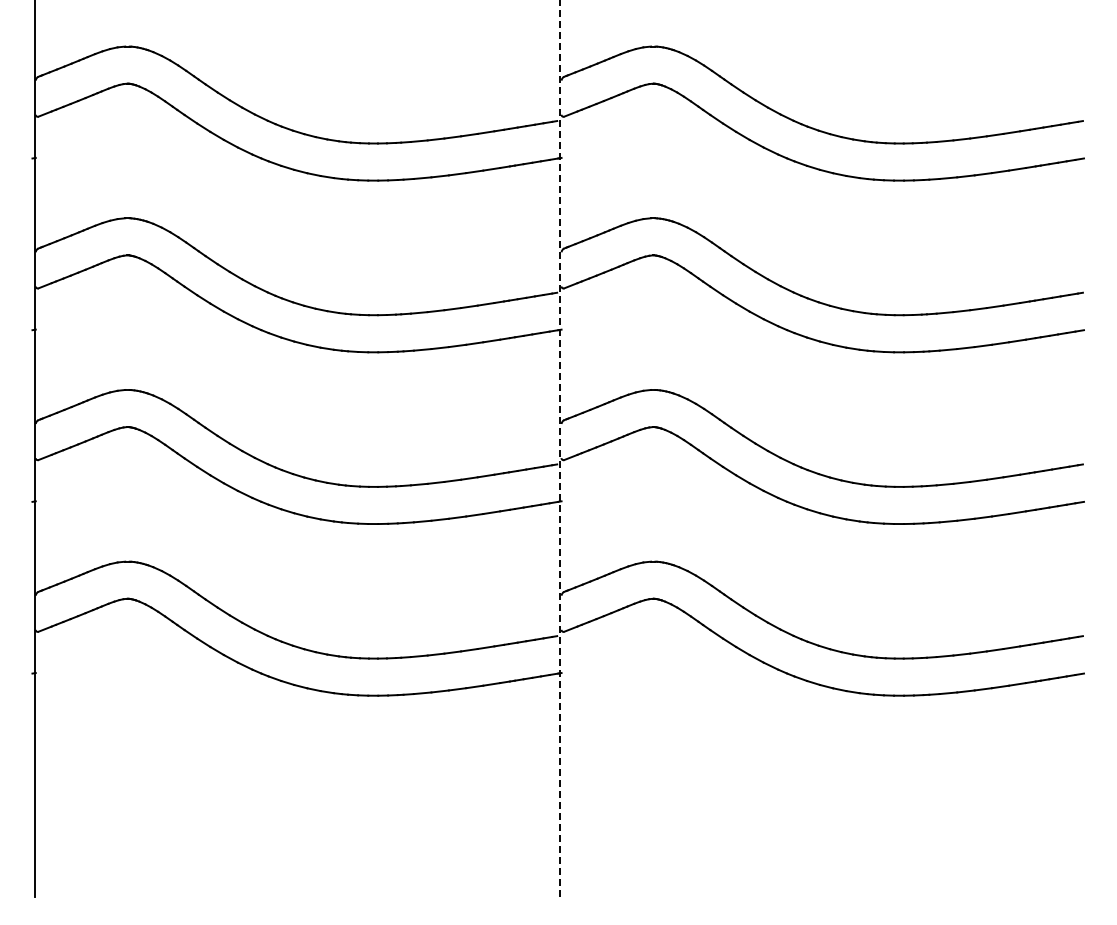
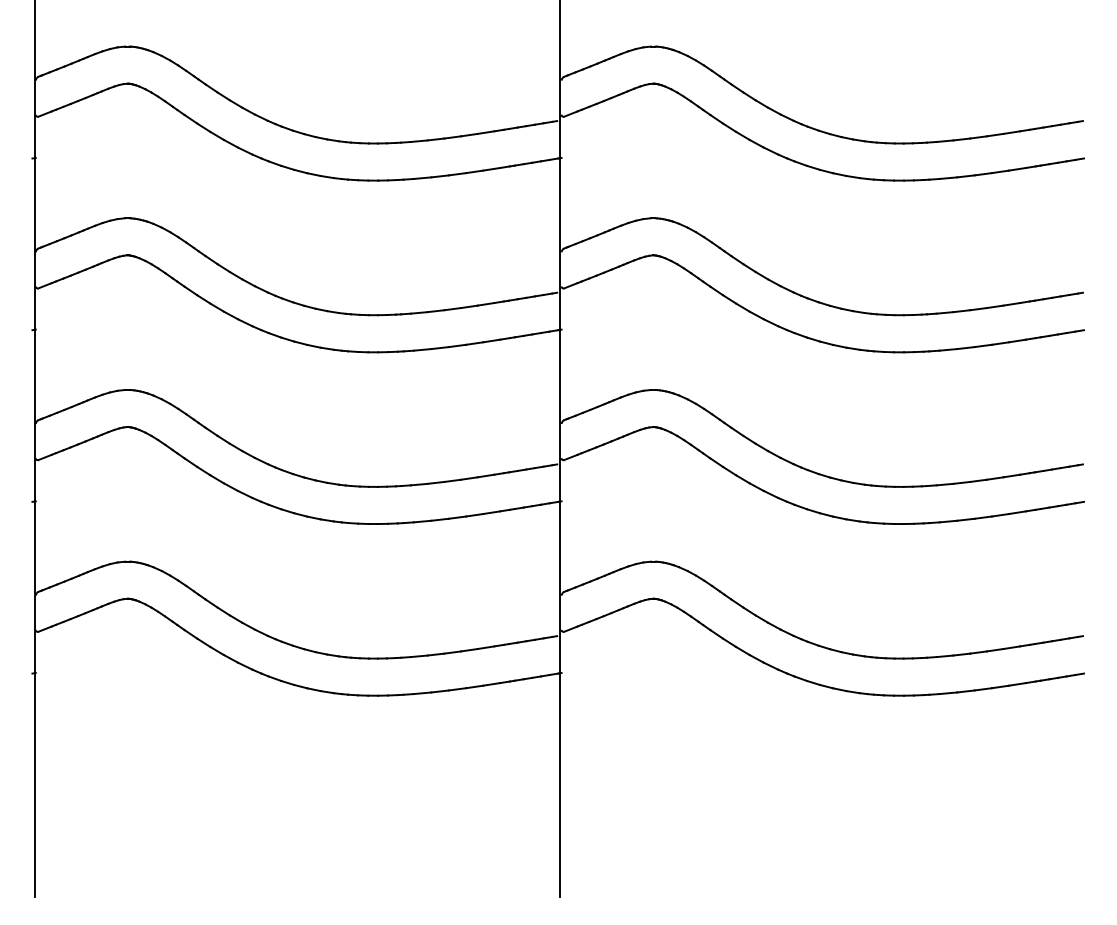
line at (560, 448): dashed -> solid
